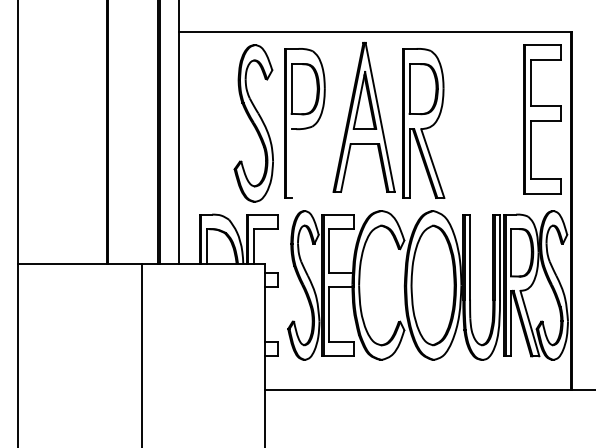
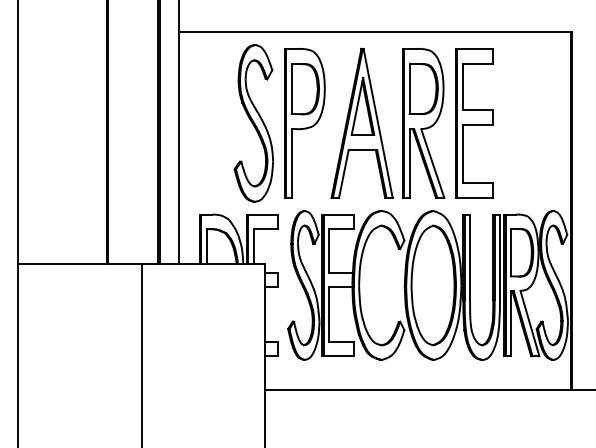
part at (363, 116) position: (363, 116) -> (361, 122)
part at (542, 119) position: (542, 119) -> (474, 123)
line at (291, 163): none -> present
